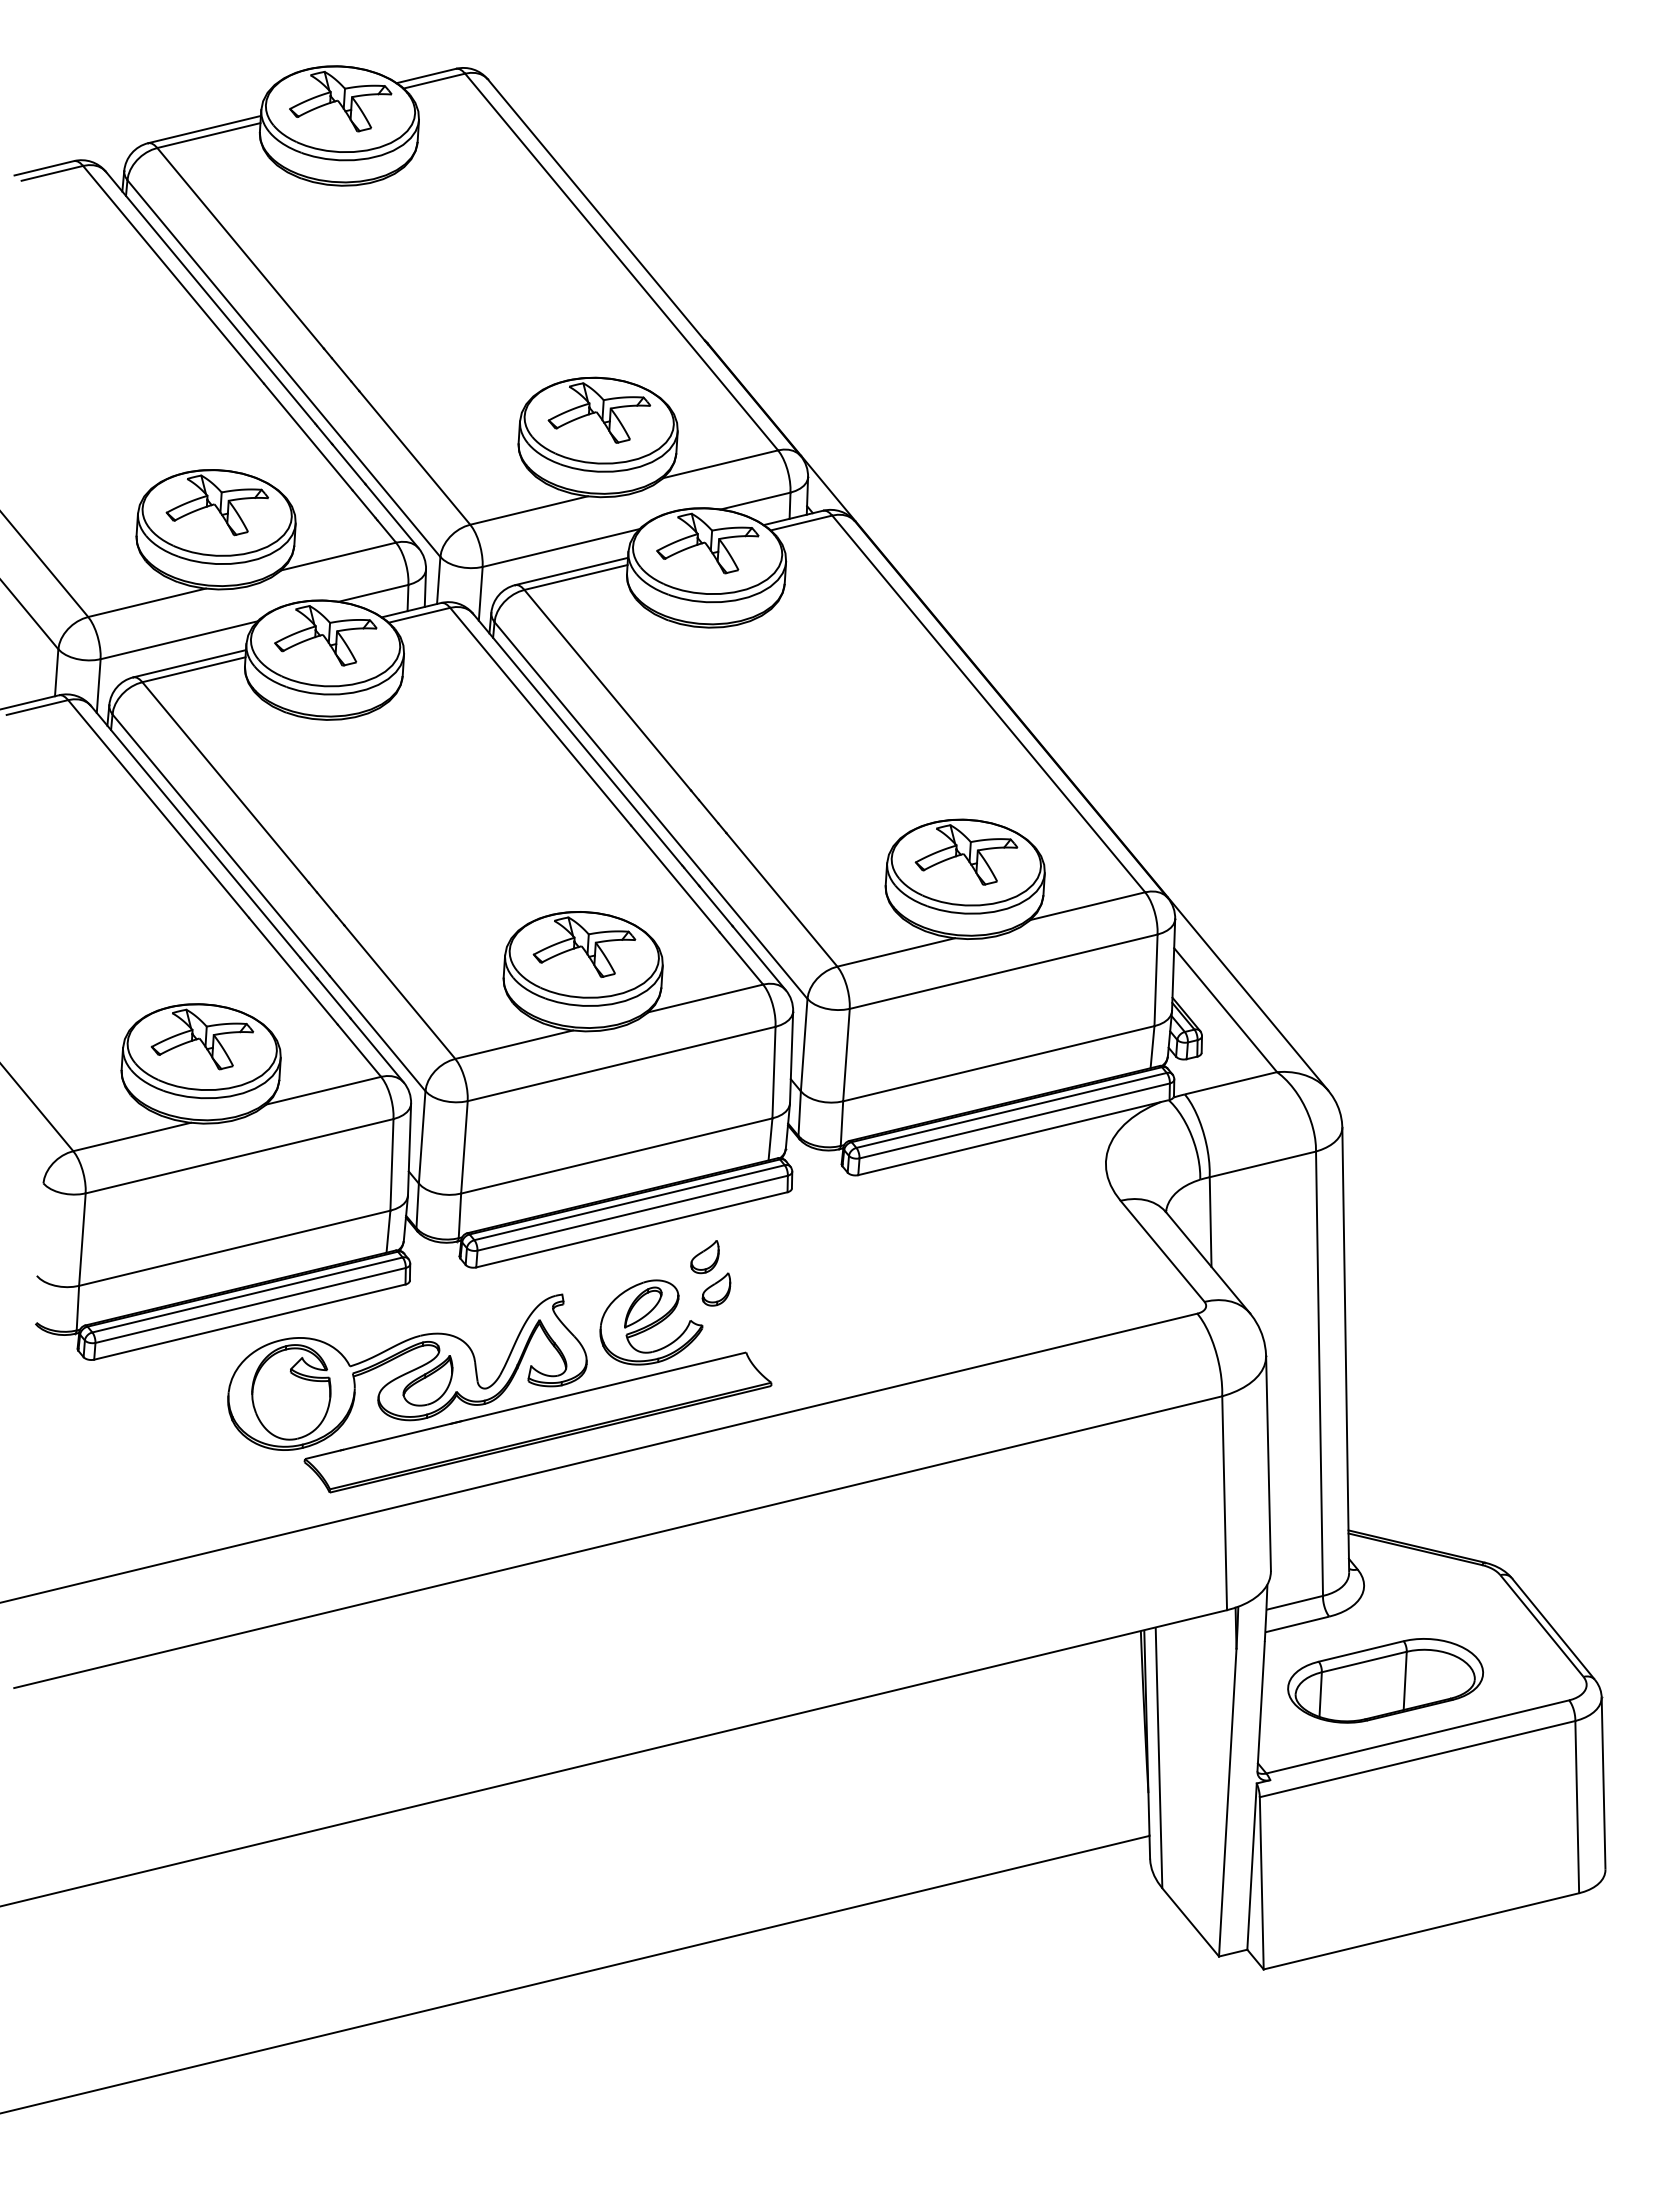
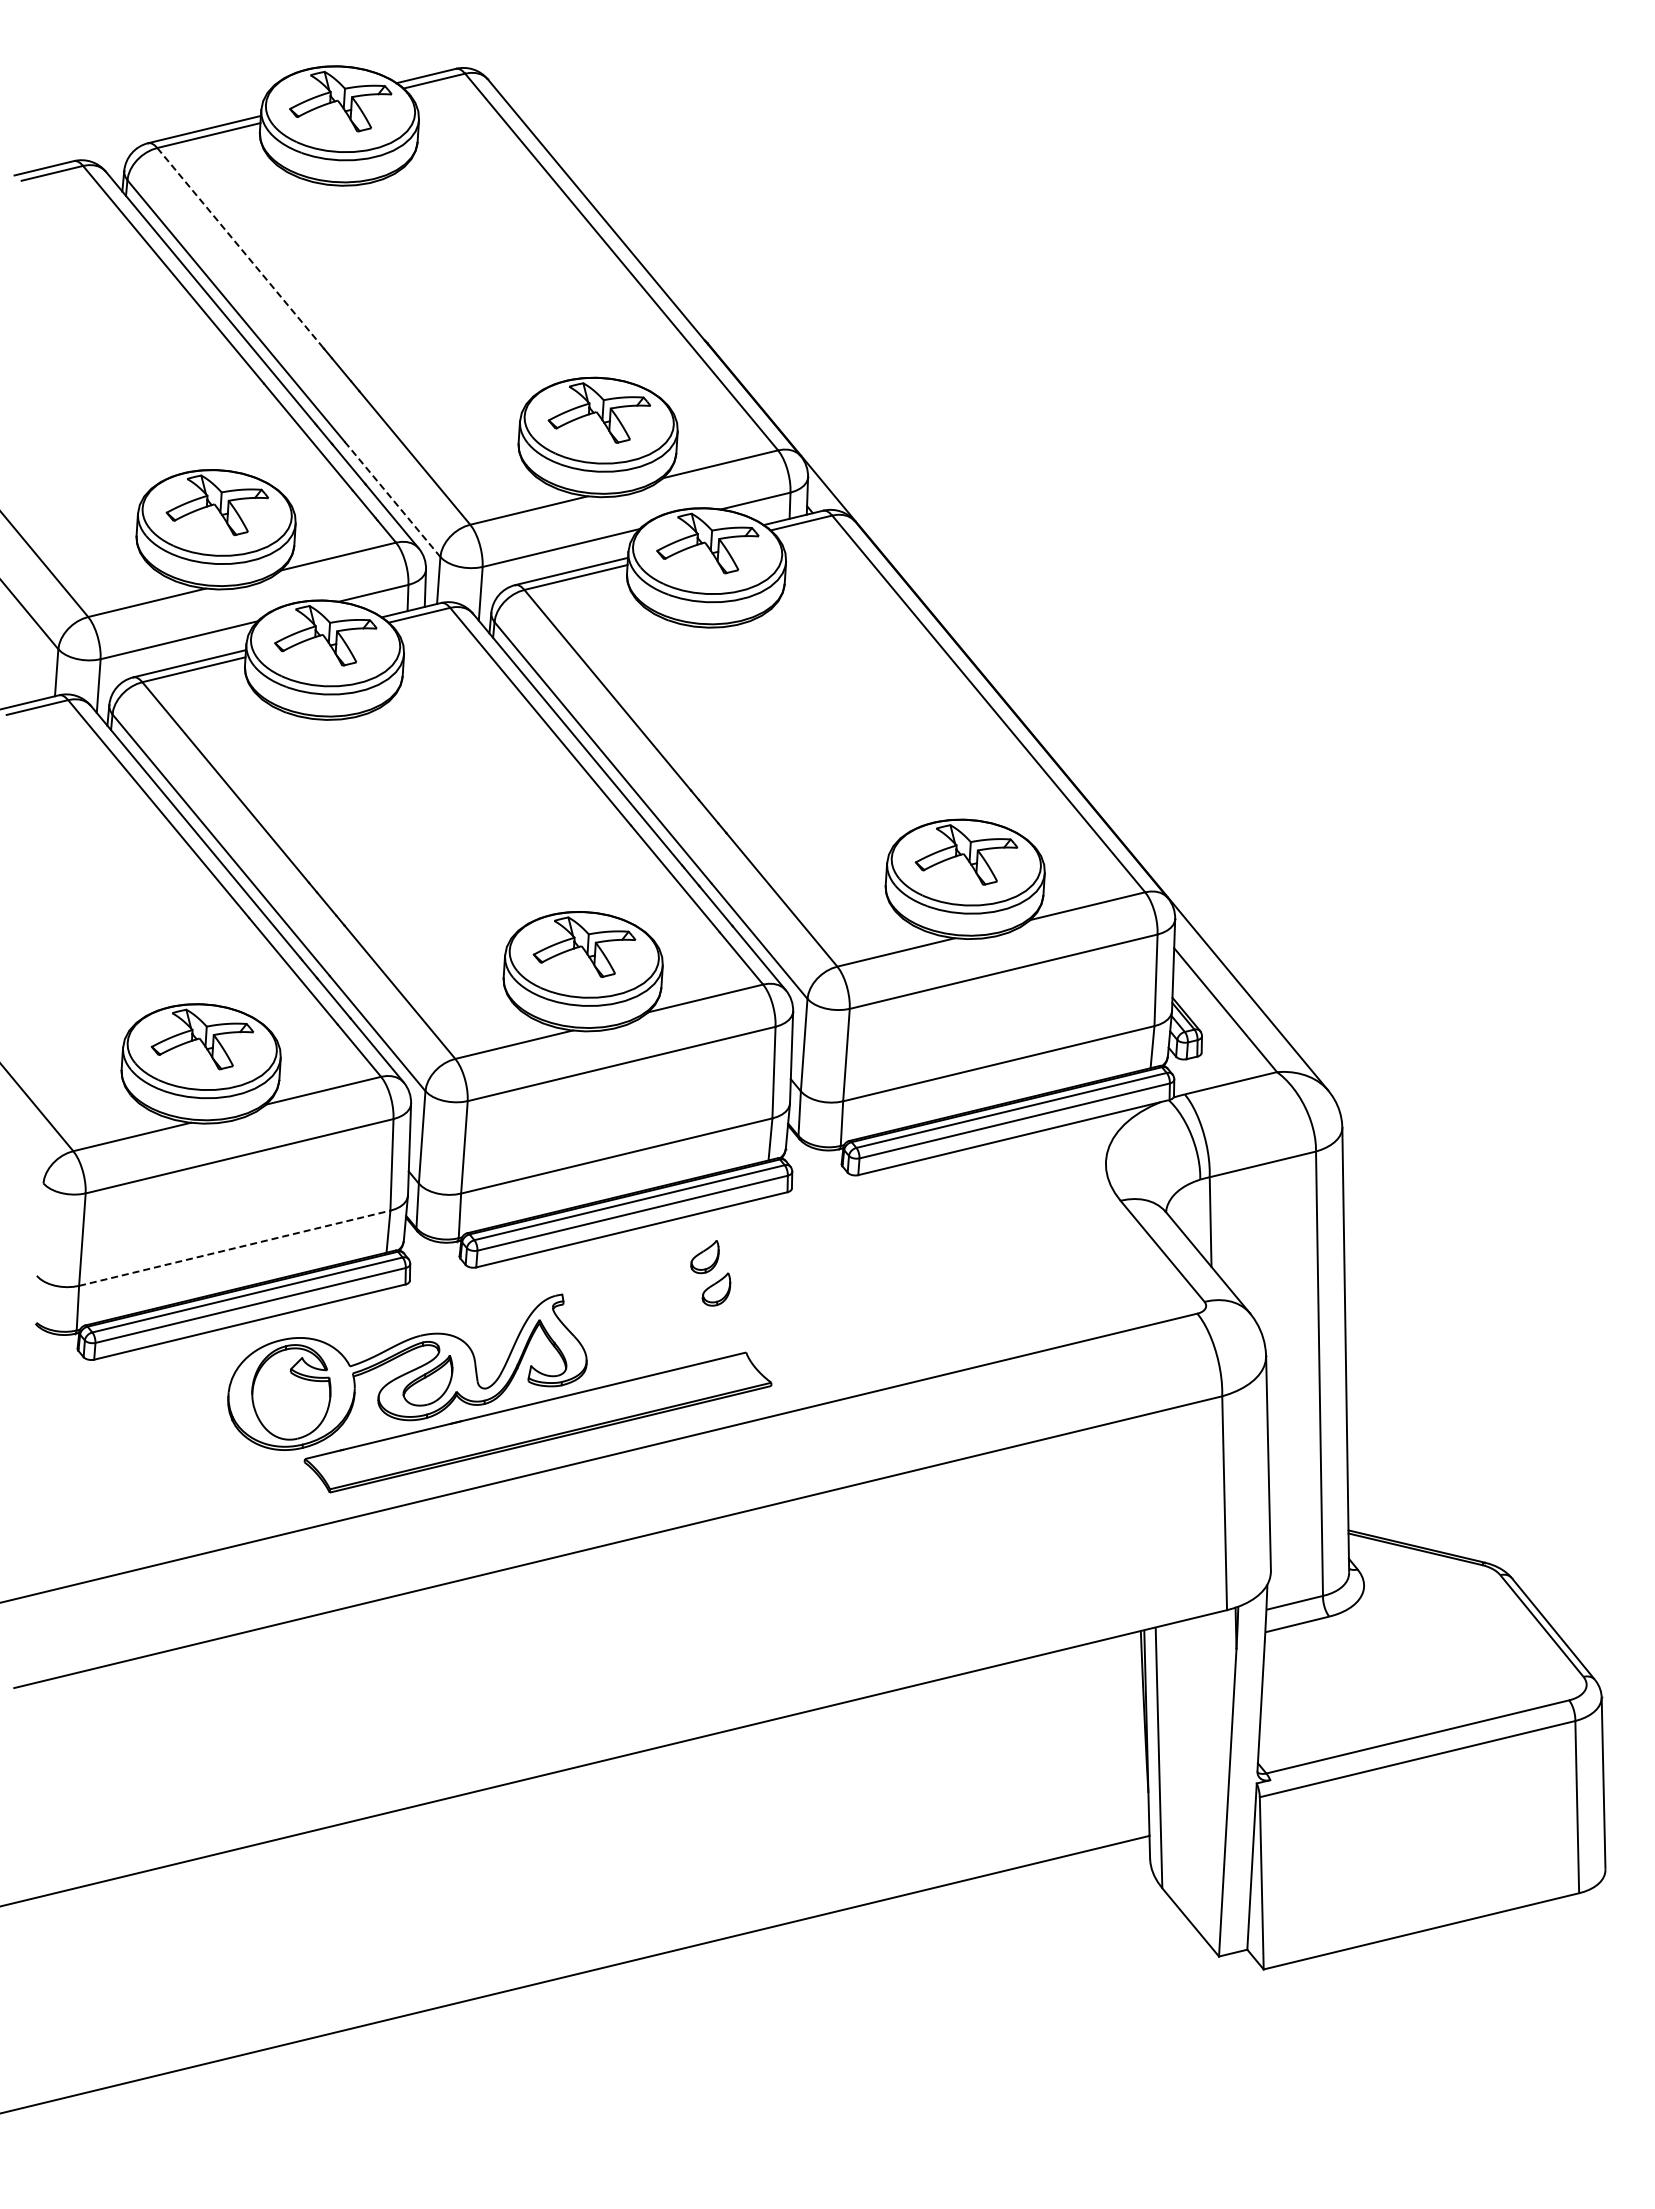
line at (240, 248): solid -> dashed
line at (392, 499): solid -> dashed
line at (235, 1248): solid -> dashed
part at (651, 1322): present -> none
part at (1385, 1680): present -> none
